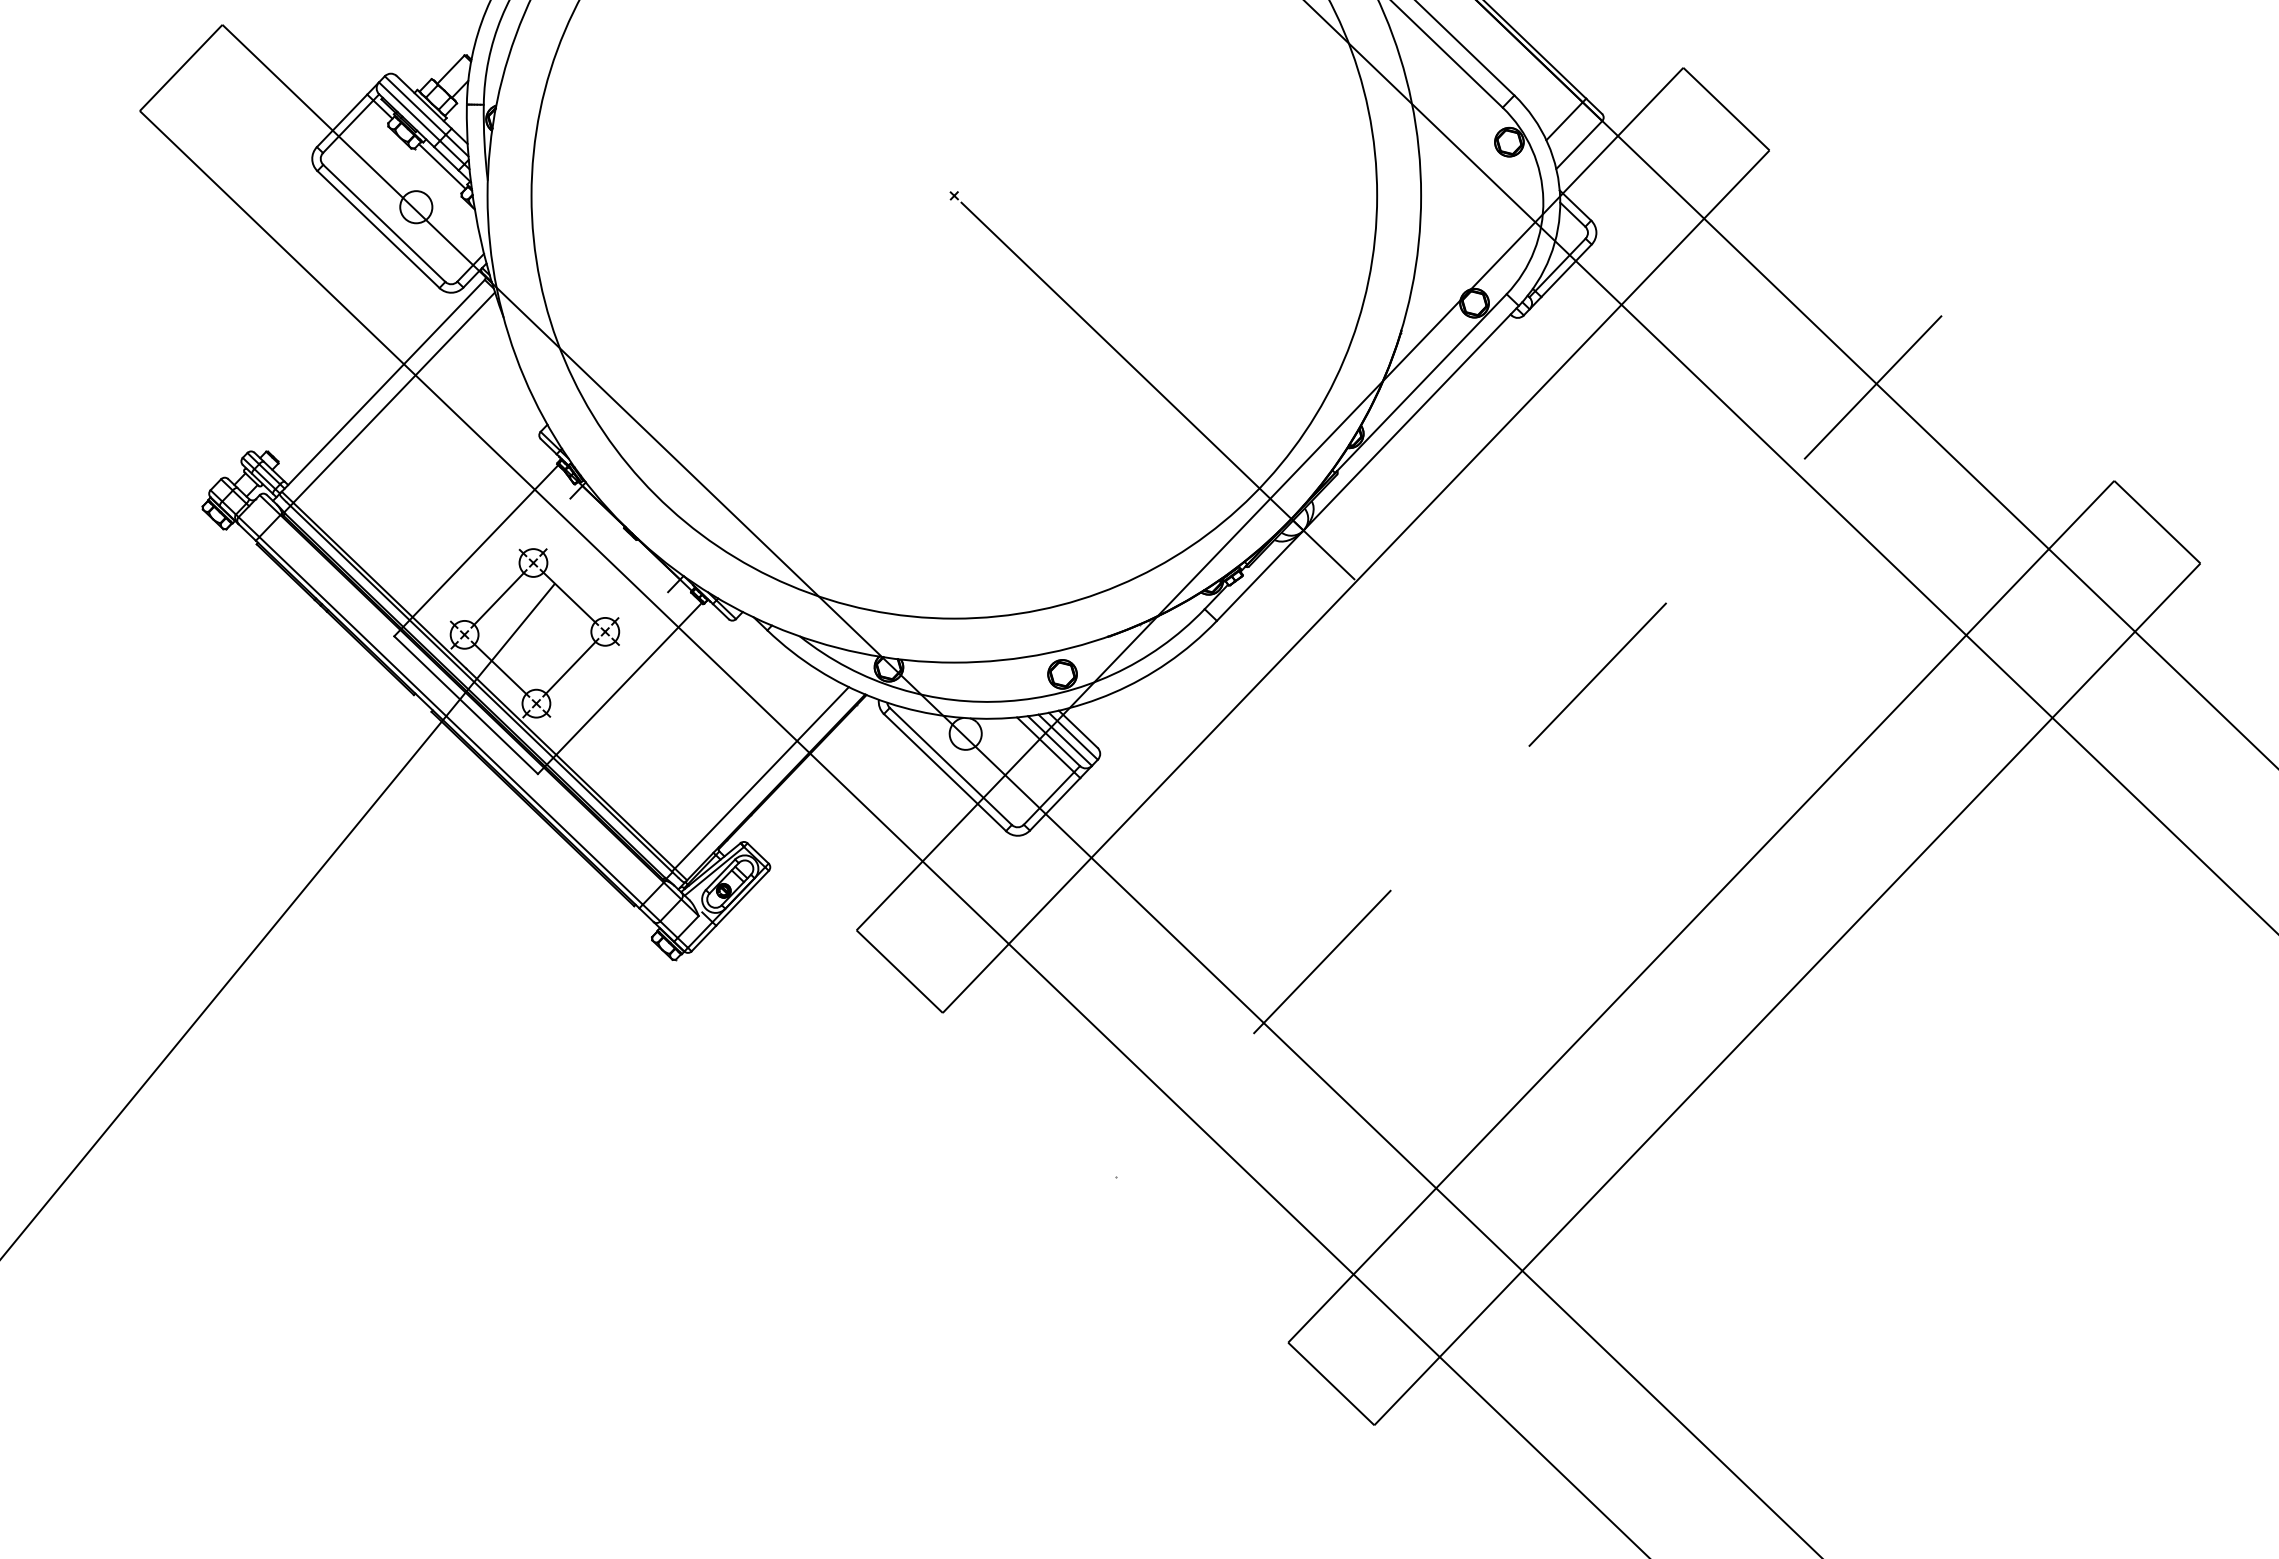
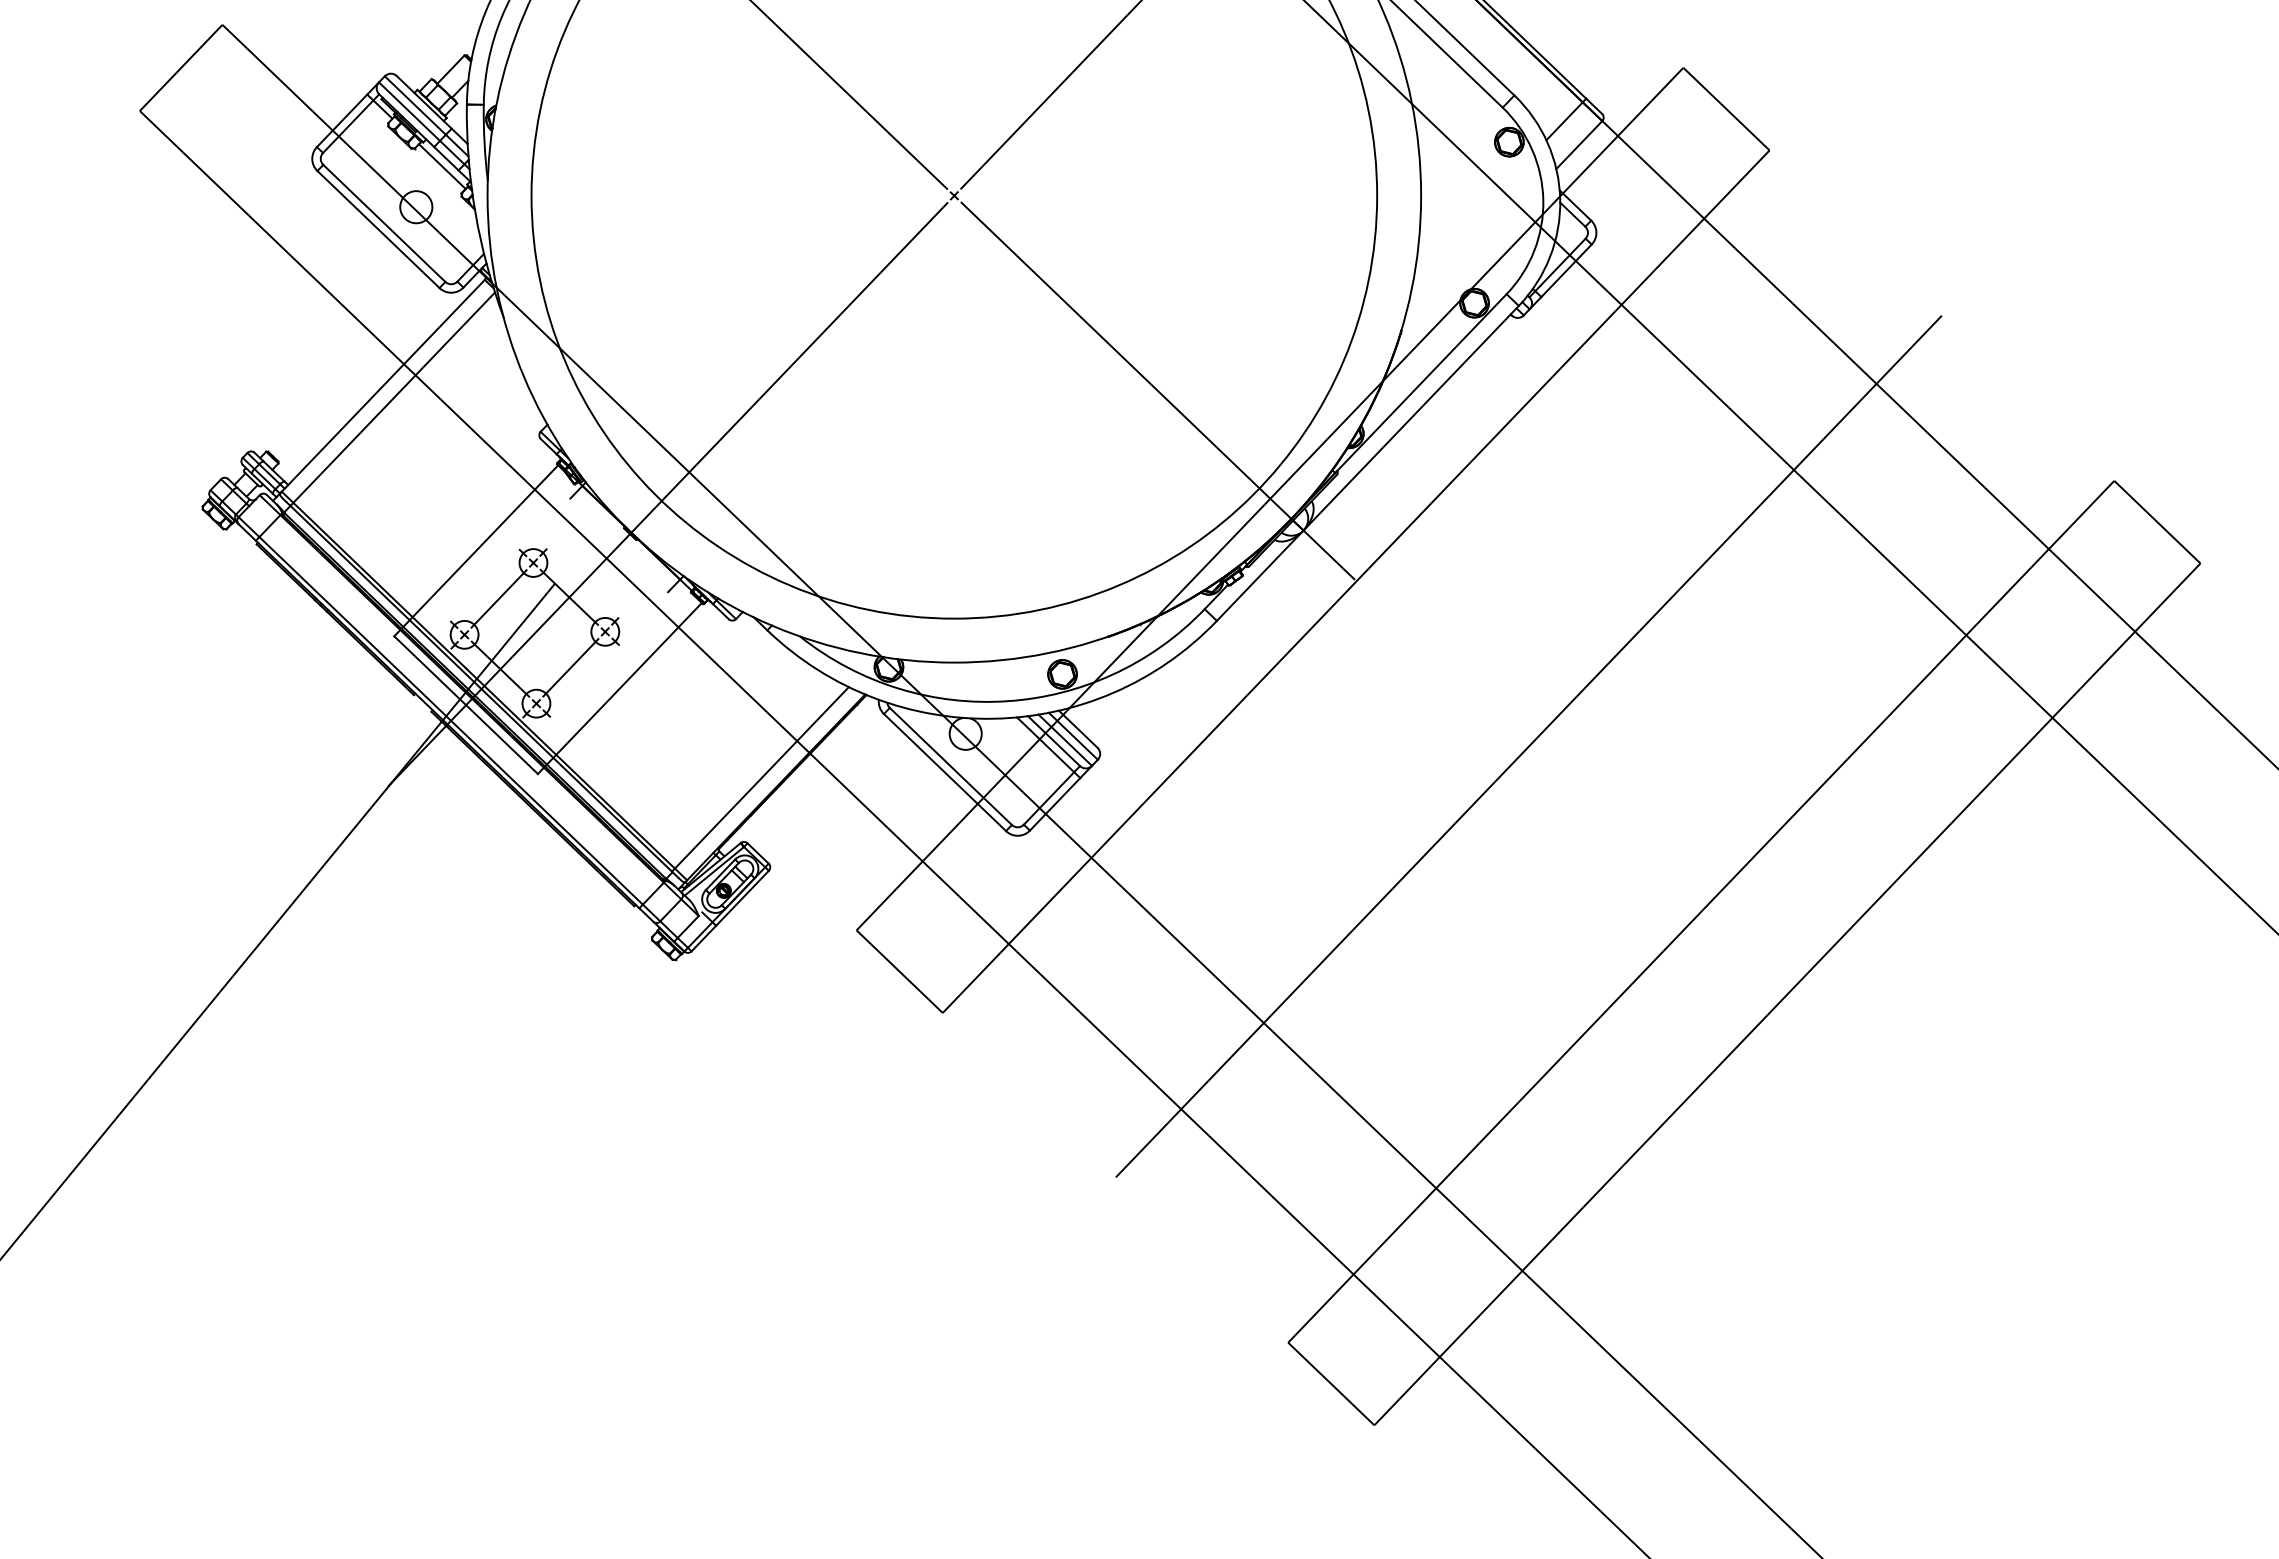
line at (849, 95): none -> present
line at (1050, 95): none -> present
line at (667, 494): none -> present
line at (1528, 746): dashed -> solid
